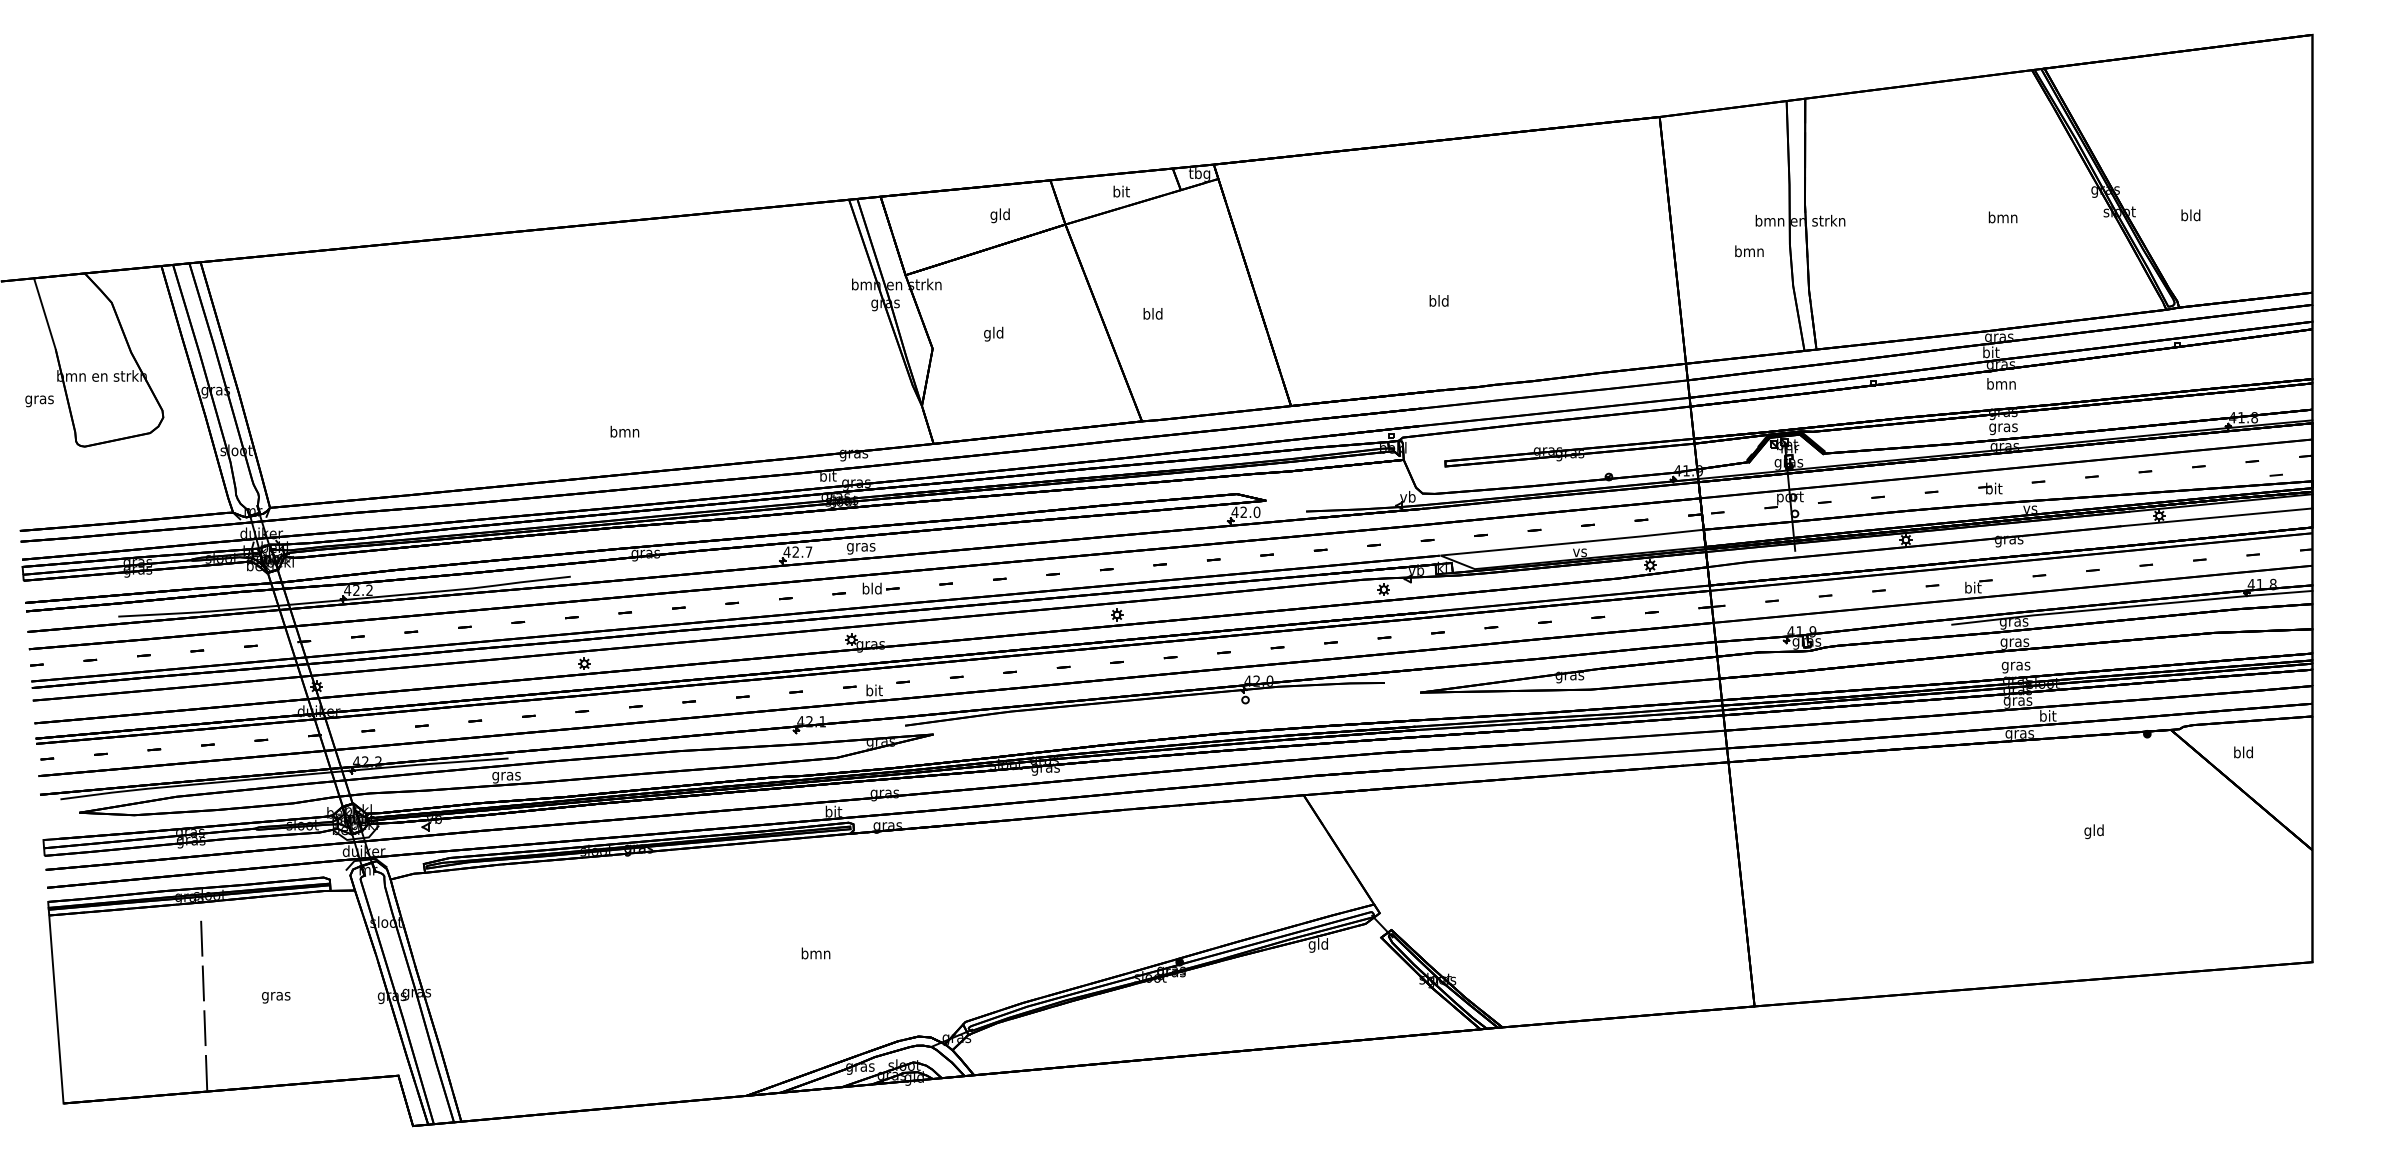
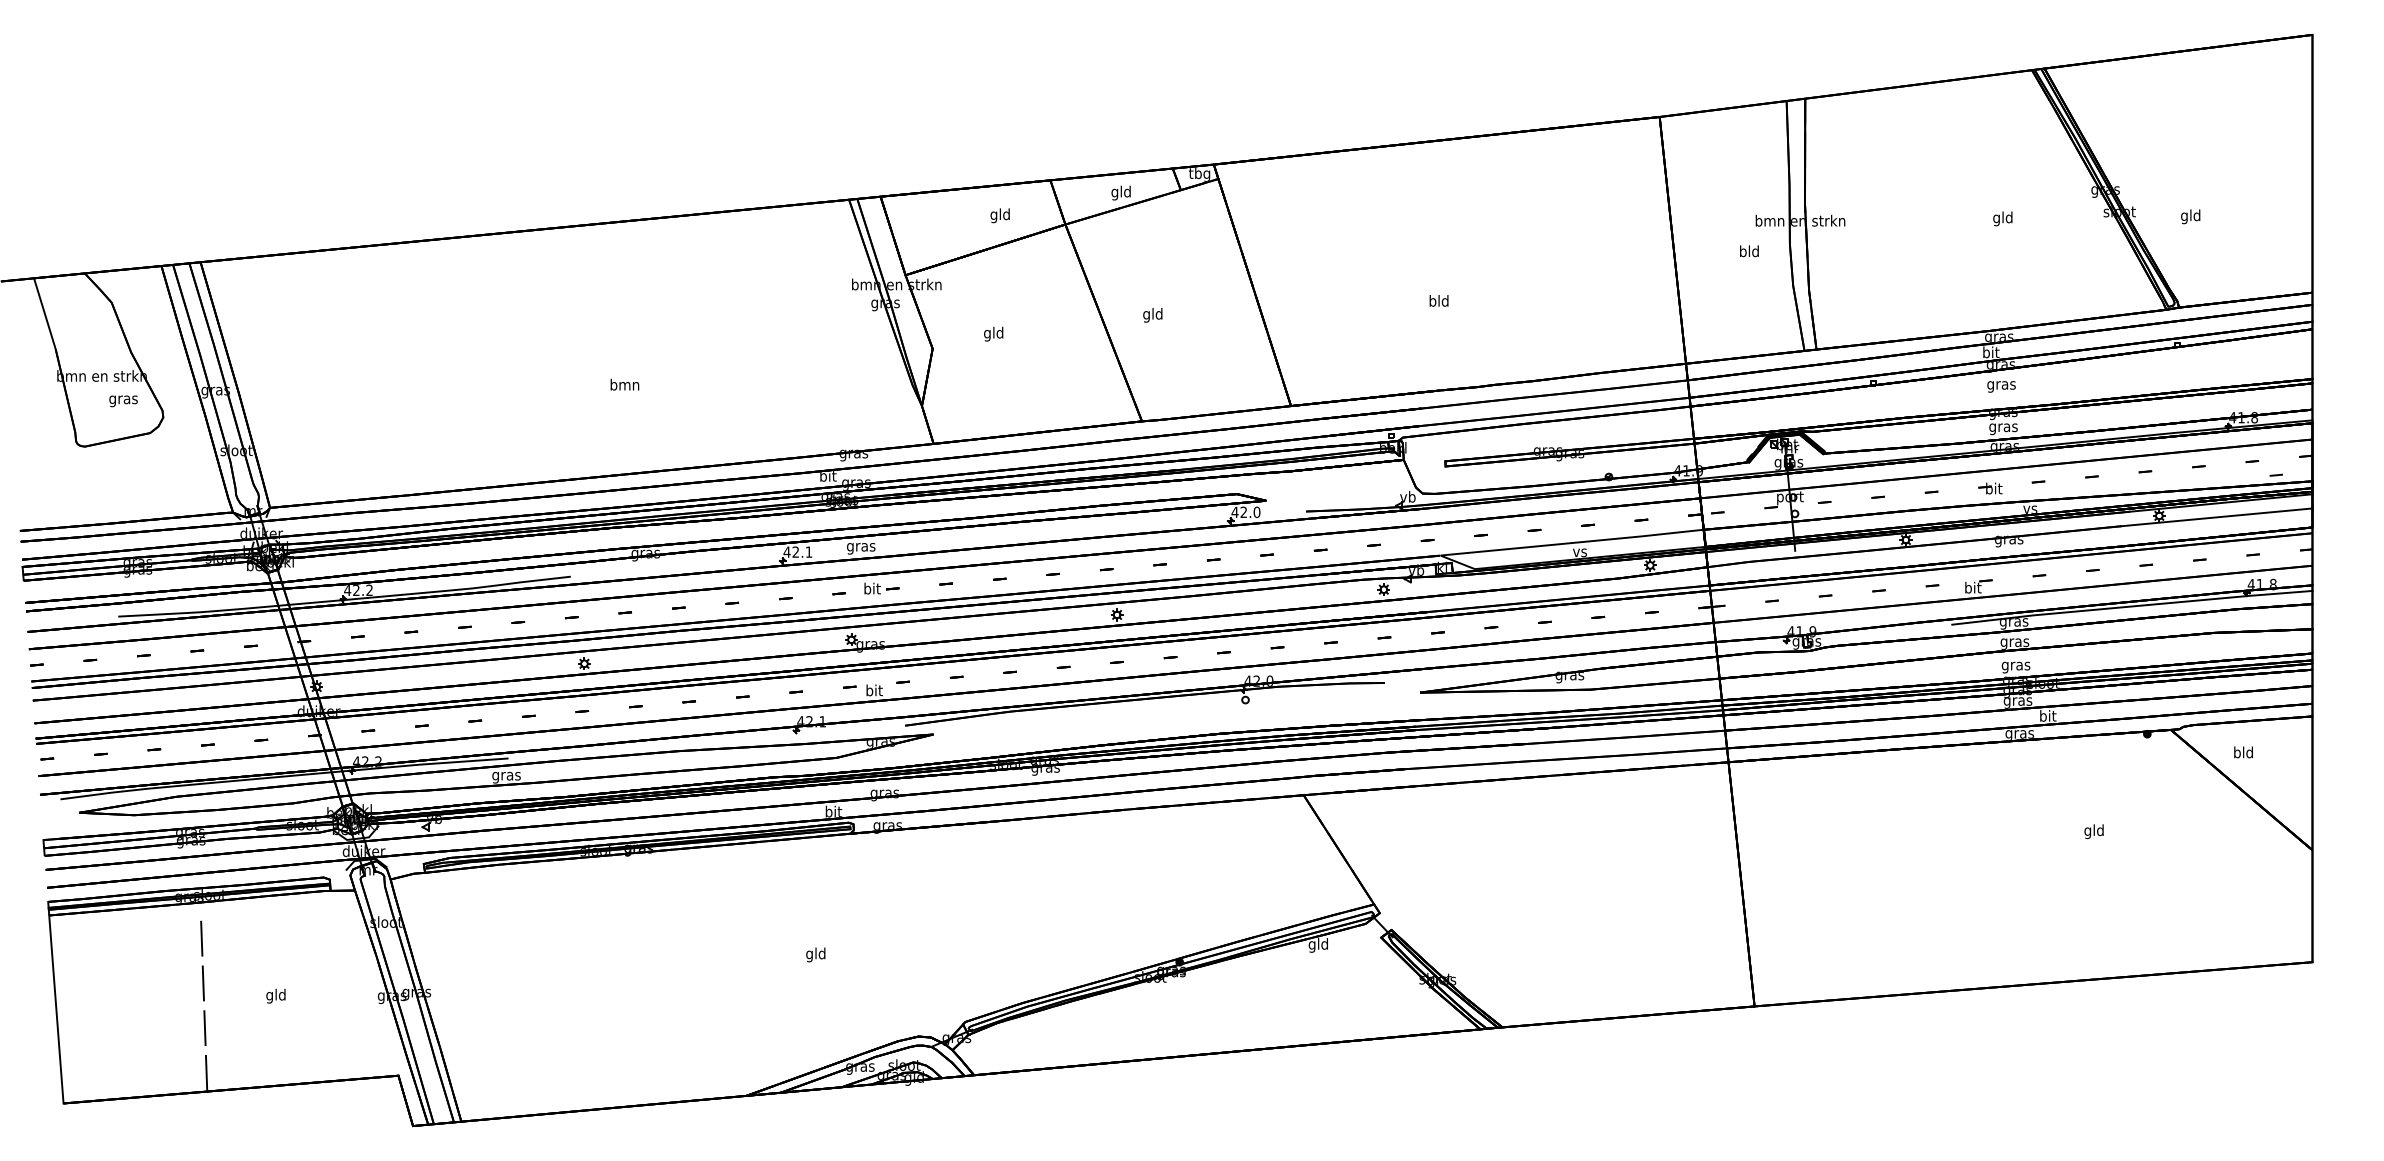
text at (1120, 192): bit -> gld
text at (2184, 216): bld -> gld
text at (2002, 218): bmn -> gld
text at (1749, 251): bmn -> bld
text at (1146, 315): bld -> gld
text at (2001, 385): bmn -> gras
text at (39, 401) position: (39, 401) -> (123, 401)
text at (624, 431) position: (624, 431) -> (624, 384)
text at (808, 551): 42.7 -> 42.1
text at (871, 588): bld -> bit
text at (815, 954): bmn -> gld
text at (276, 995): gras -> gld
